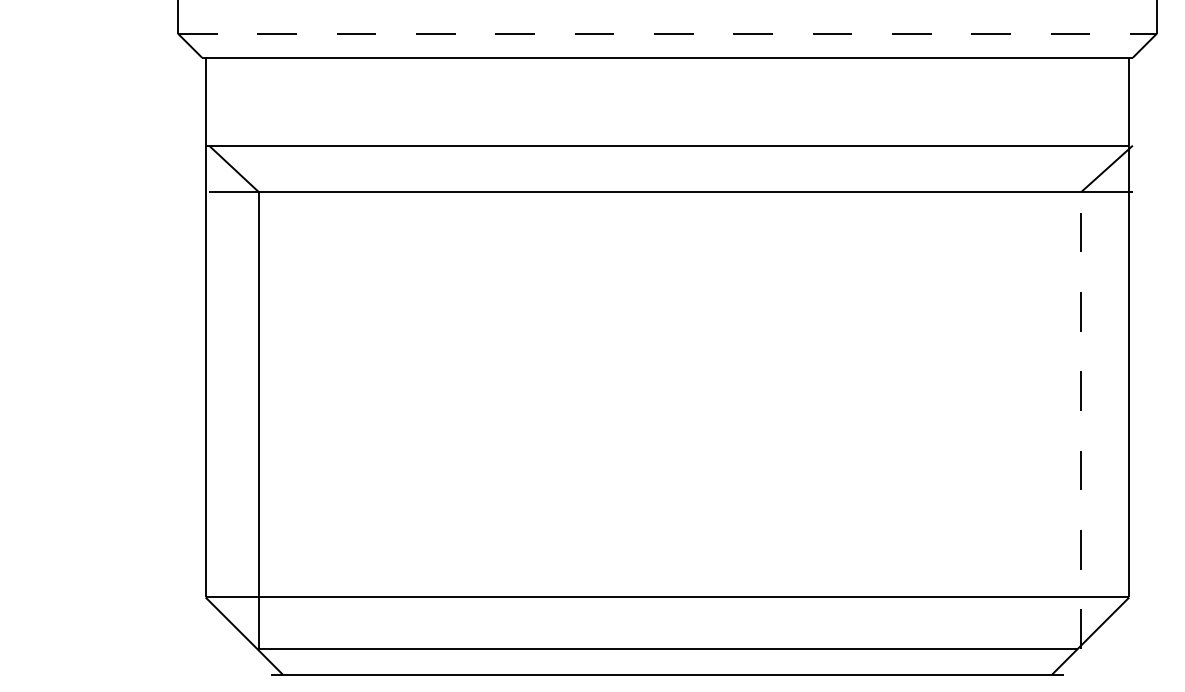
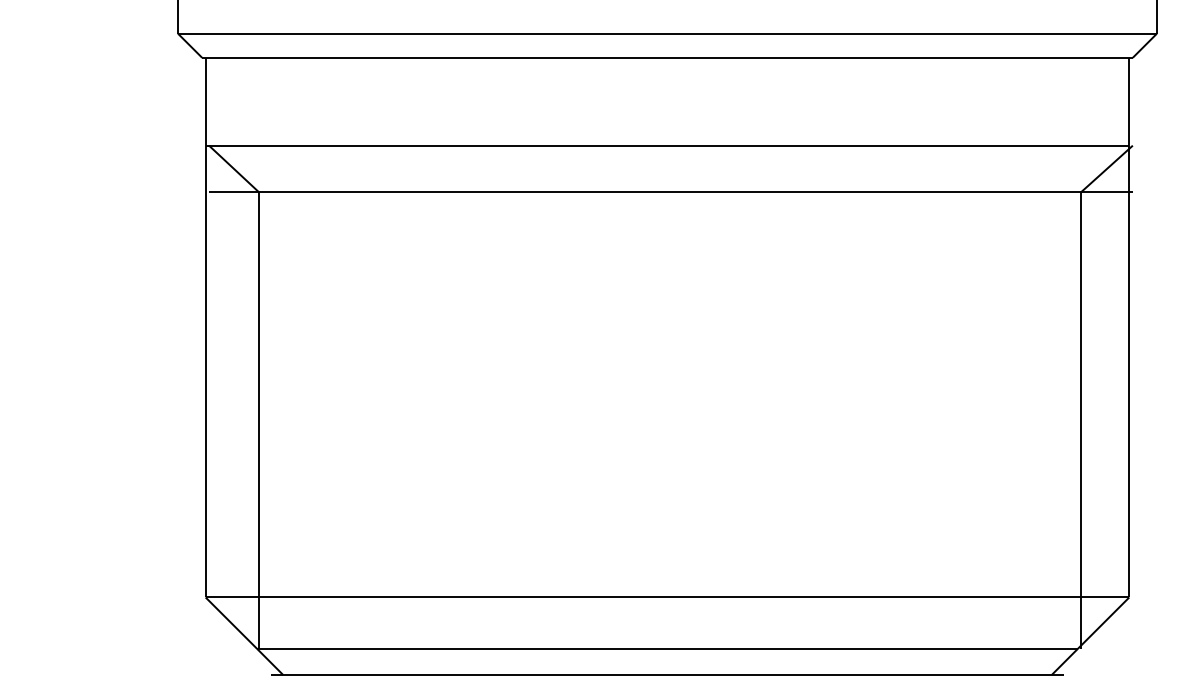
line at (667, 33): dashed -> solid
line at (1081, 420): dashed -> solid
